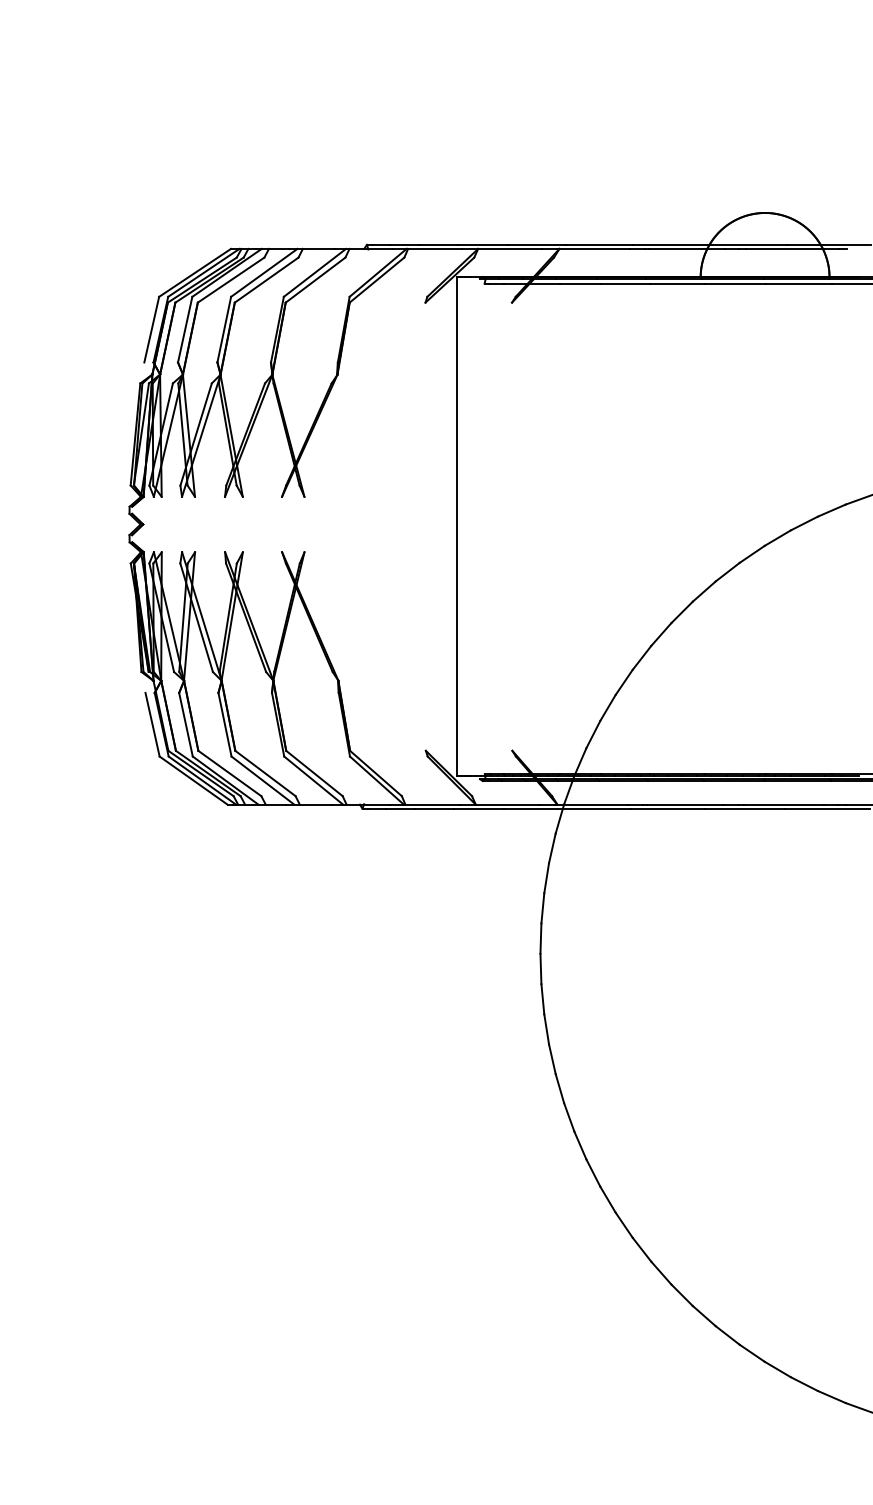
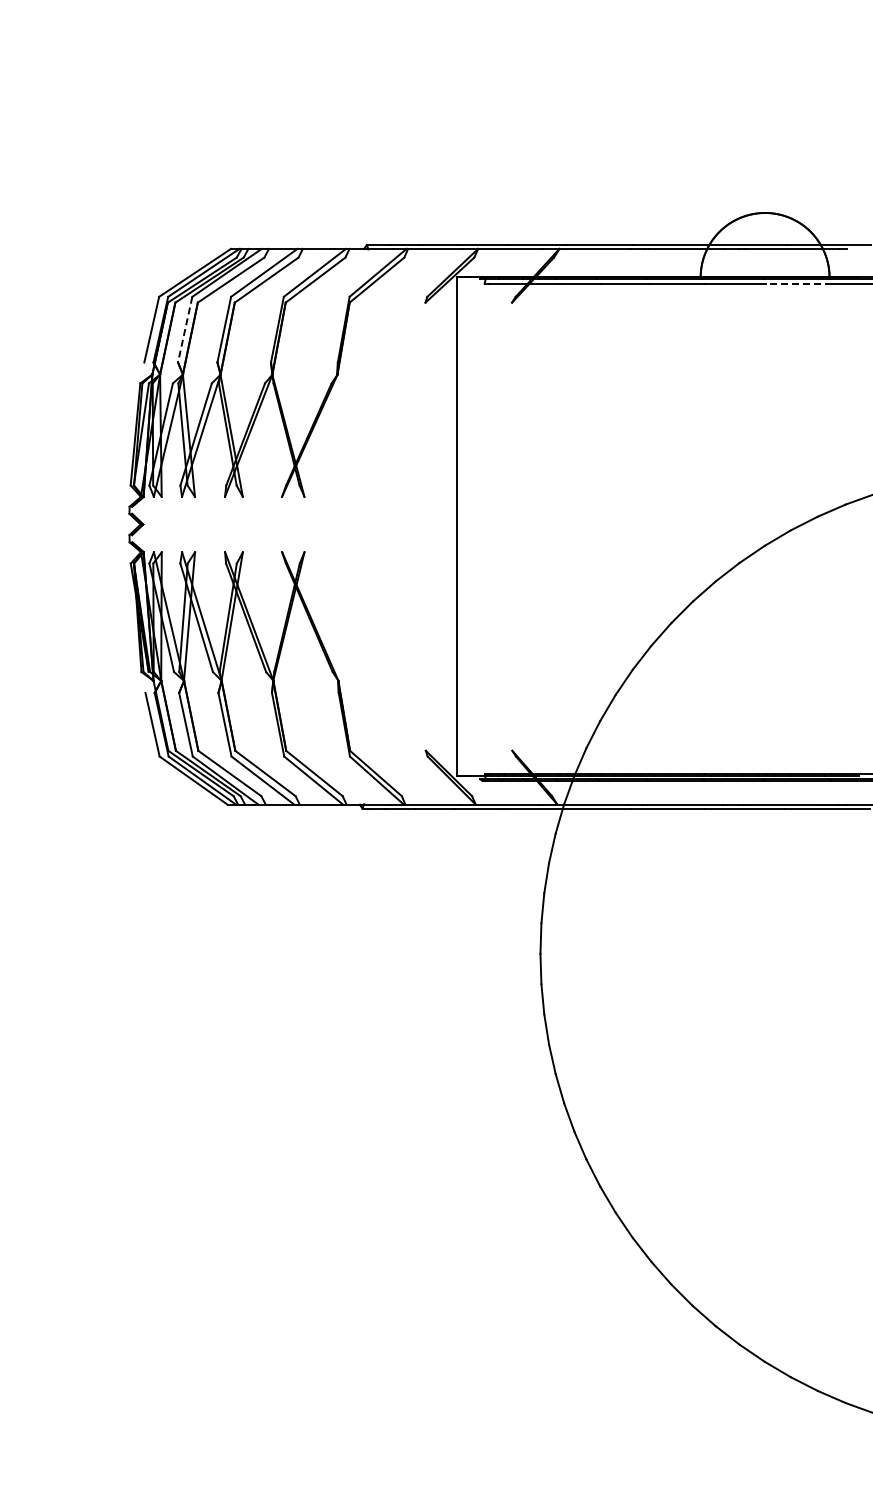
line at (798, 283): solid -> dashed
line at (185, 329): solid -> dashed
